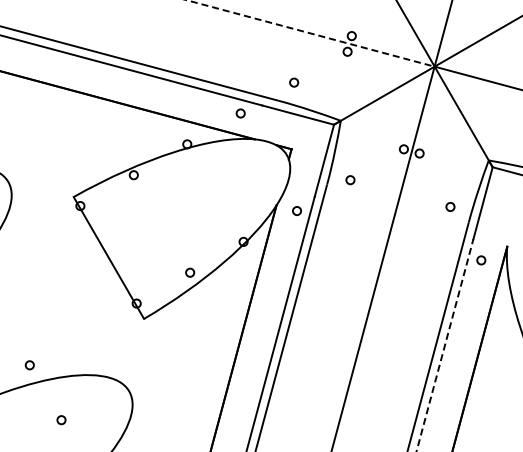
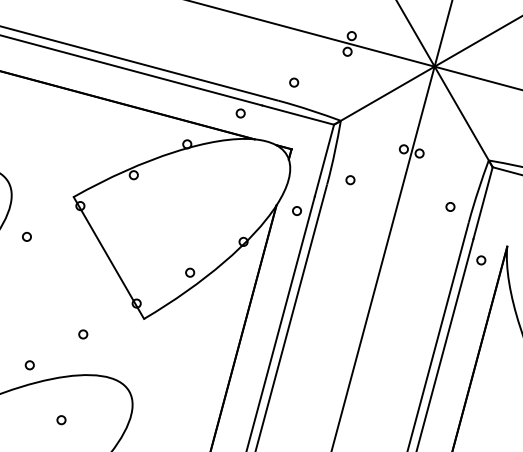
line at (311, 33): dashed -> solid
circle at (26, 236): none -> present
circle at (83, 334): none -> present
line at (445, 345): dashed -> solid
